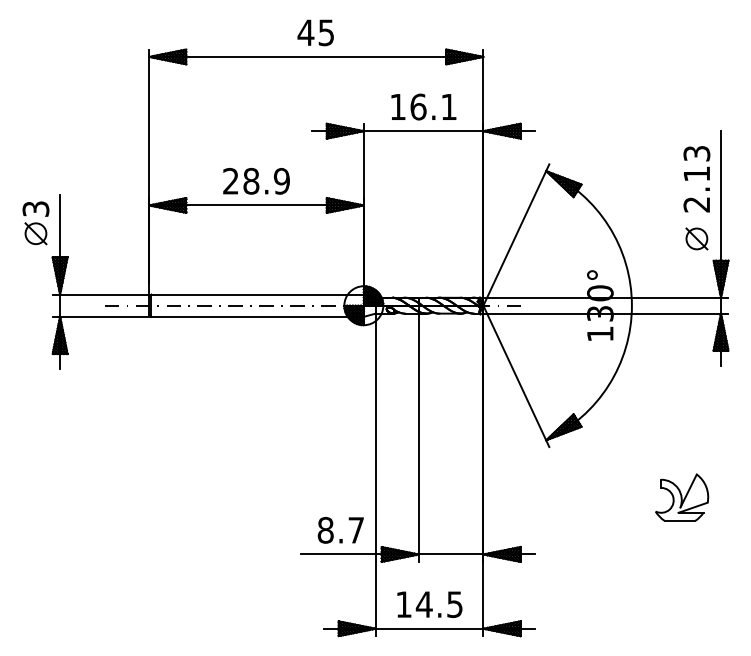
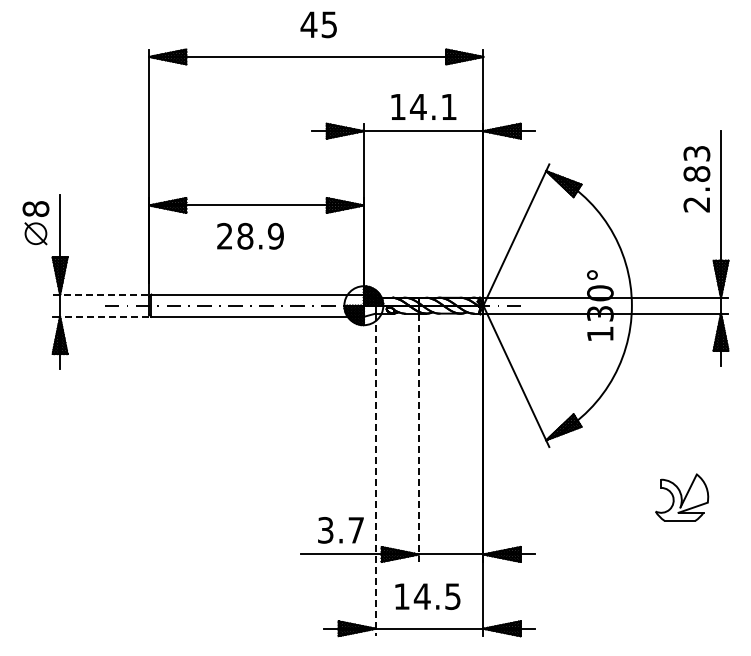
text at (315, 32) position: (315, 32) -> (318, 24)
text at (418, 106): 16.1 -> 14.1
text at (696, 173): 2.13 -> 2.83
text at (256, 181) position: (256, 181) -> (250, 236)
text at (35, 208): 3 -> 8
part at (696, 238): present -> none
line at (101, 294): solid -> dashed
line at (104, 316): solid -> dashed
line at (418, 438): solid -> dashed
line at (375, 475): solid -> dashed
text at (325, 530): 8.7 -> 3.7
text at (429, 604) position: (429, 604) -> (427, 596)
